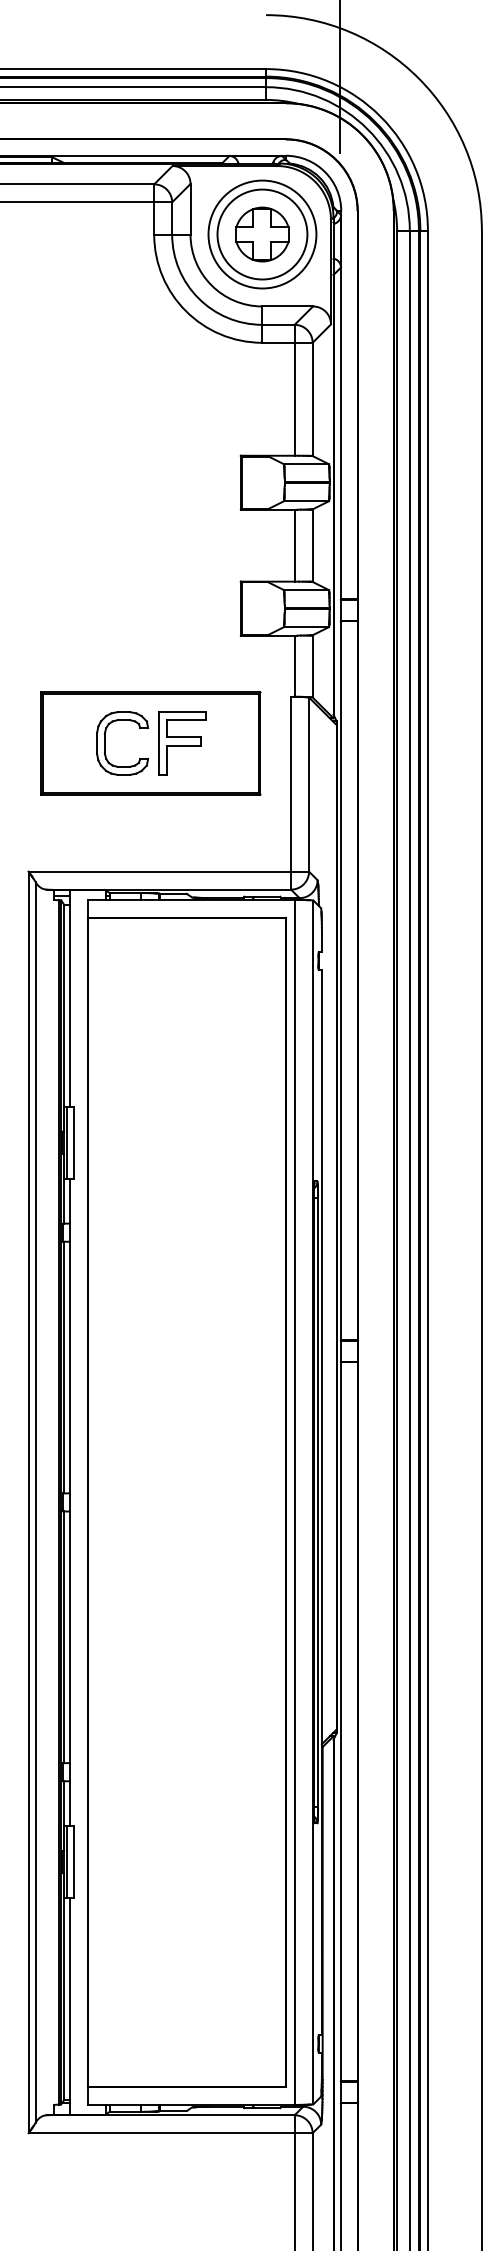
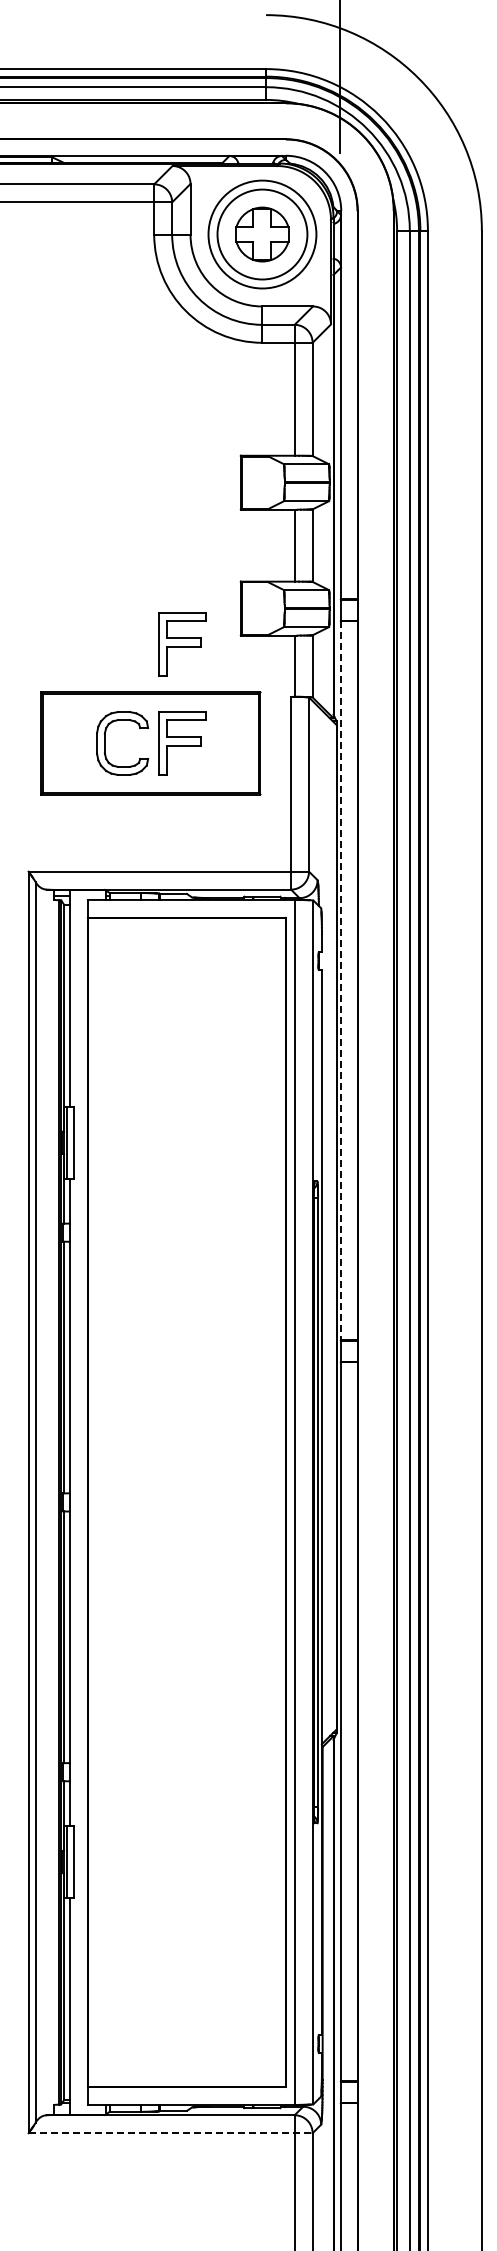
part at (182, 644): none -> present
line at (341, 981): solid -> dashed
line at (170, 2133): solid -> dashed
